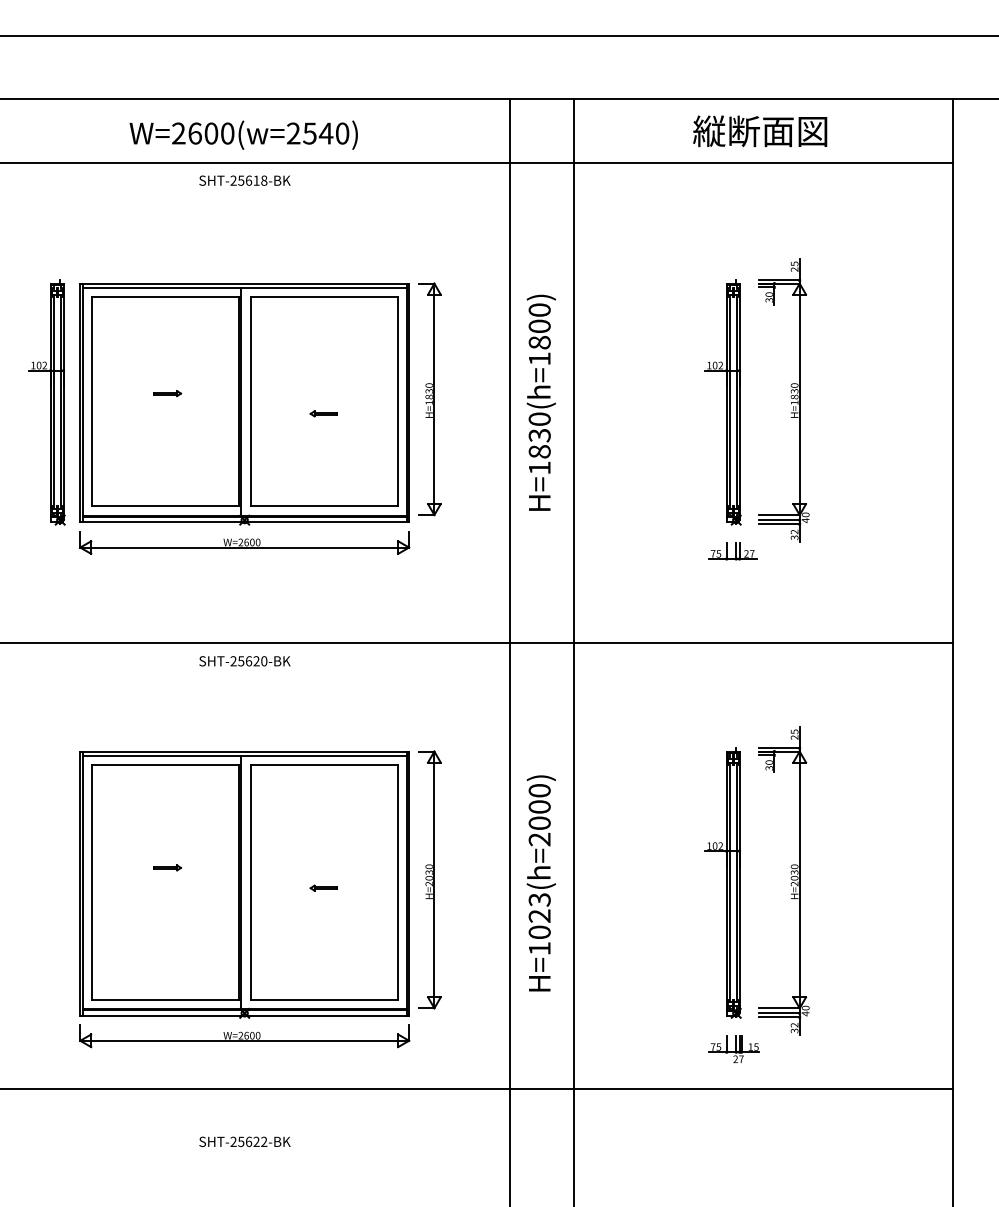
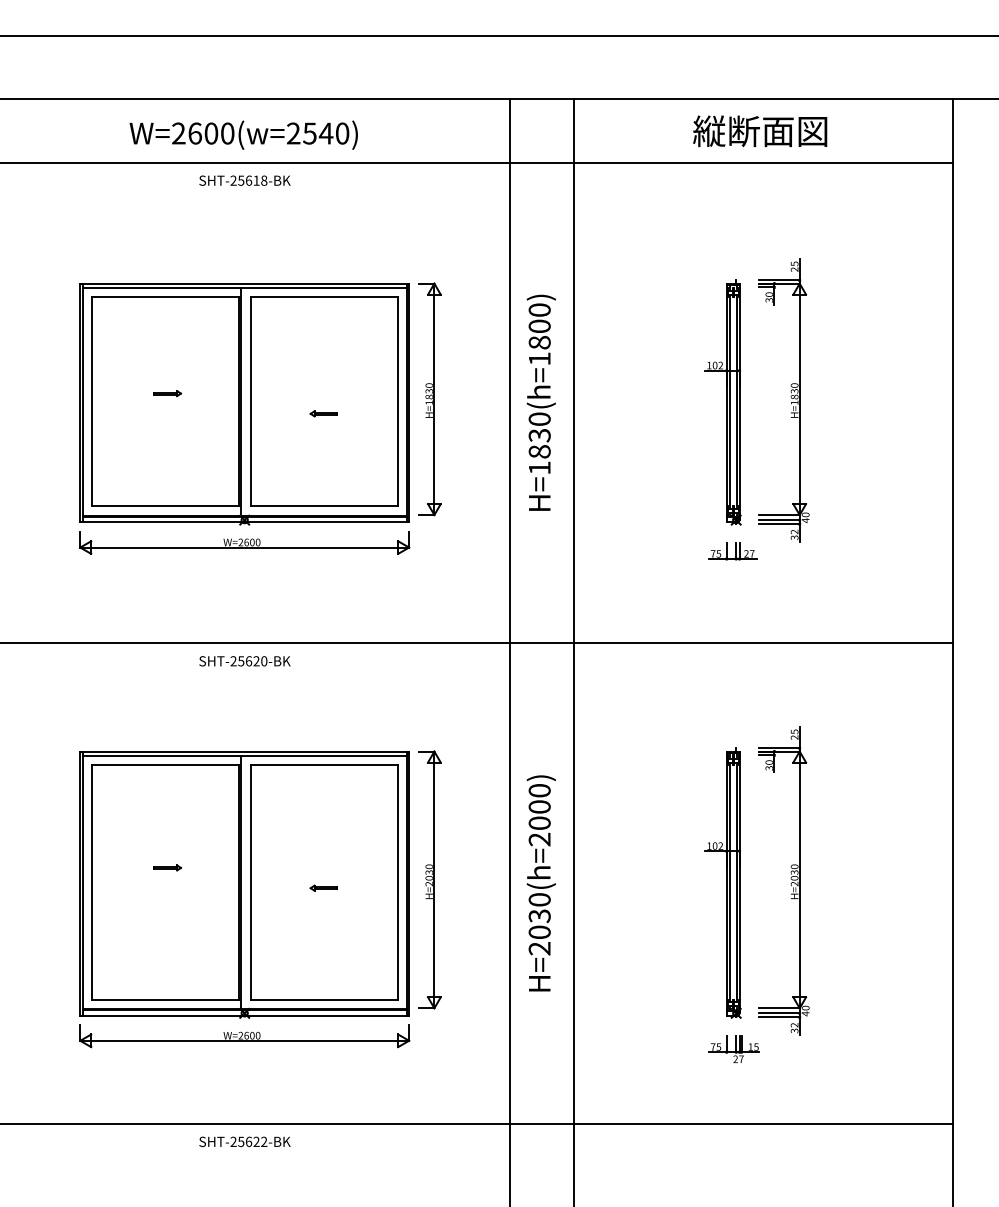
part at (46, 402): present -> none
text at (539, 924): H=1023(h=2000) -> H=2030(h=2000)
line at (477, 1088) position: (477, 1088) -> (477, 1123)
